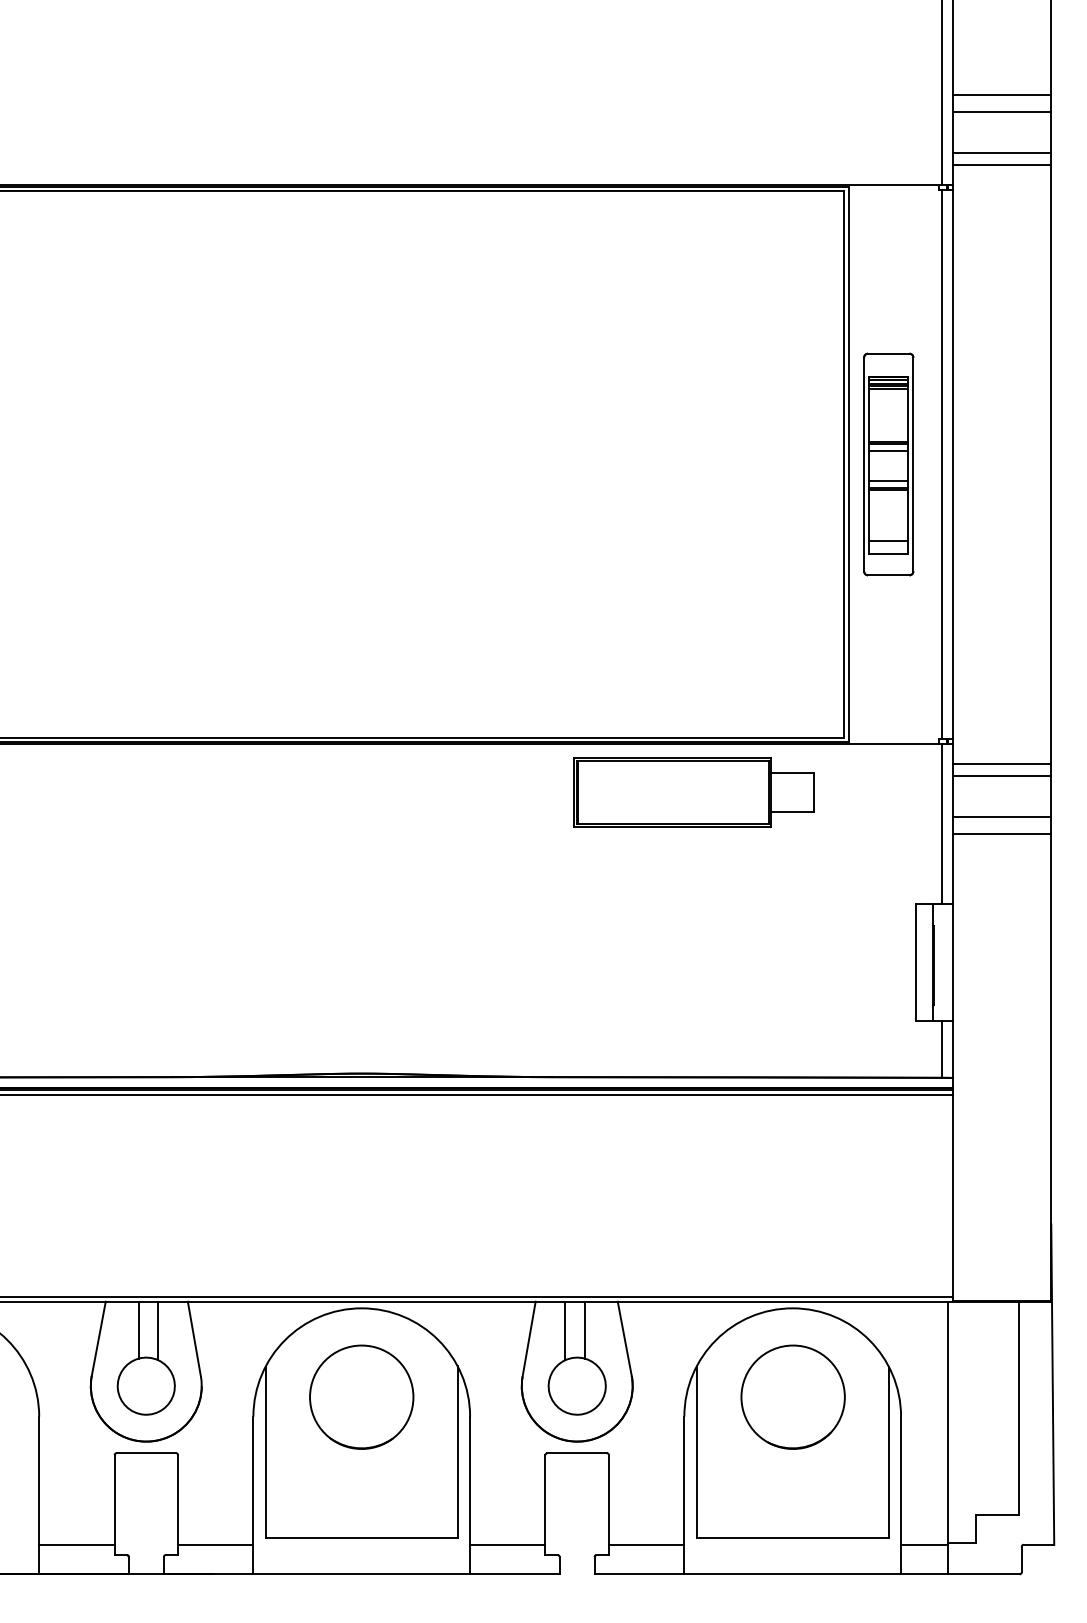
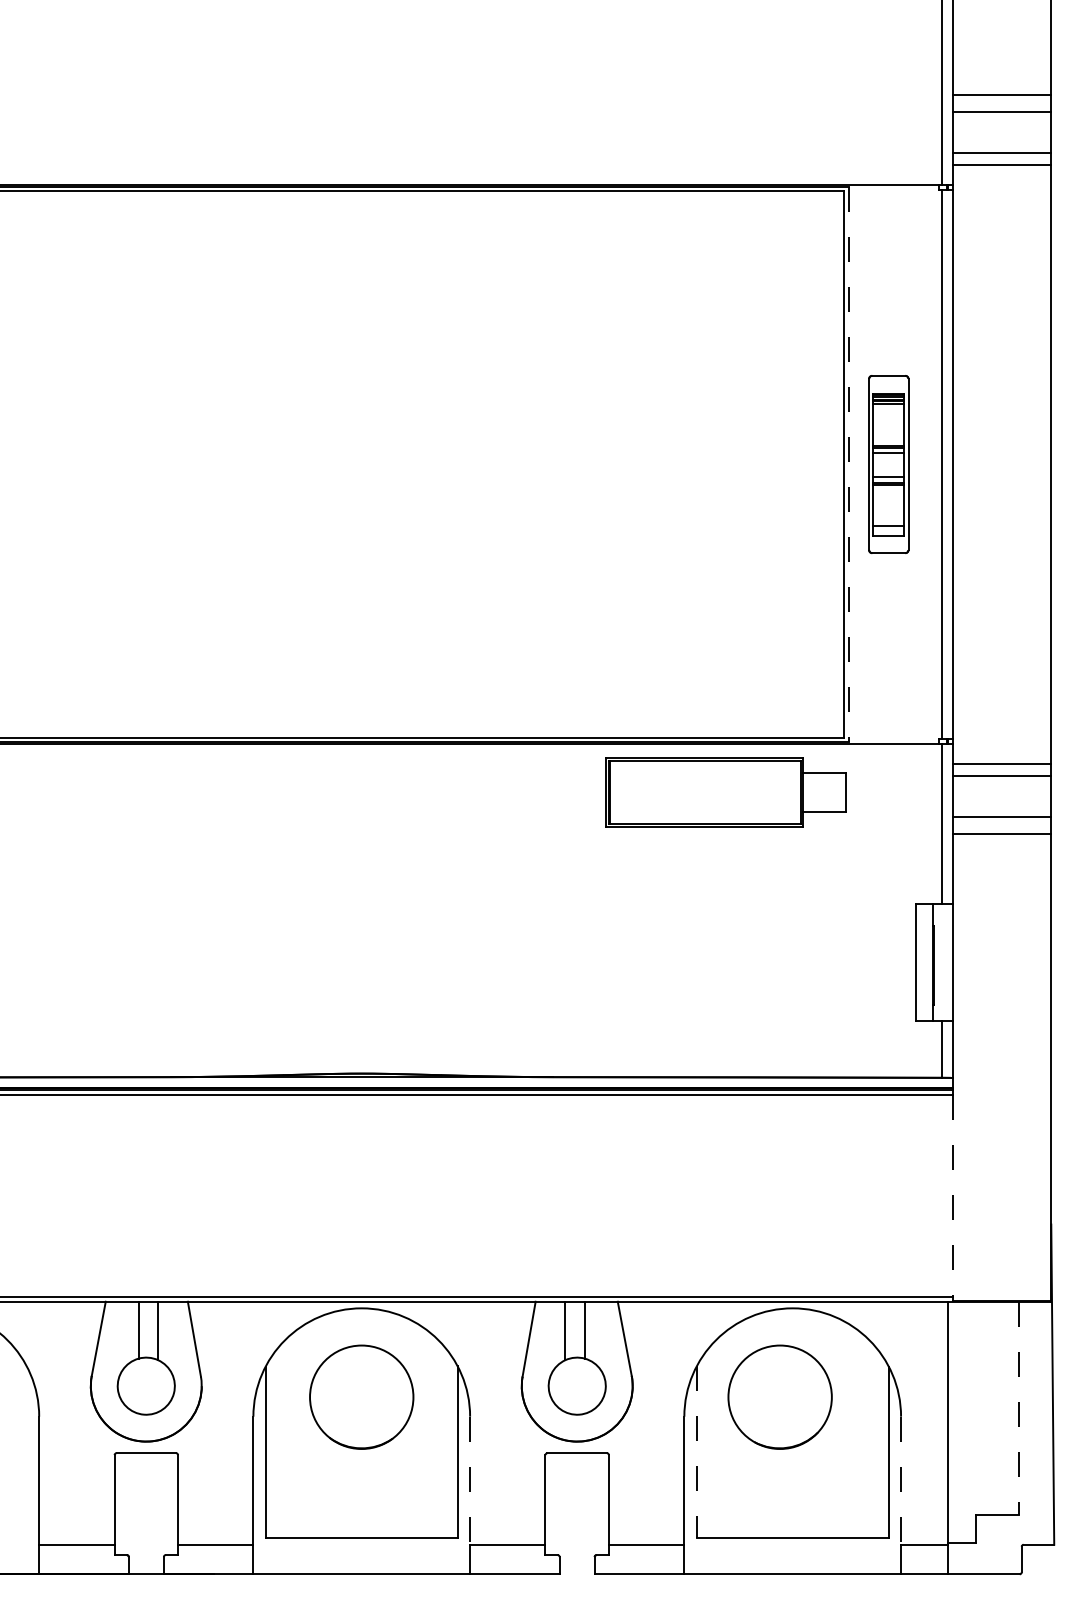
part at (888, 464) size: 52x225 px -> 42x179 px
line at (848, 465): solid -> dashed
part at (693, 792) position: (693, 792) -> (725, 792)
line at (952, 1195): solid -> dashed
circle at (792, 1396) position: (792, 1396) -> (779, 1396)
line at (1018, 1408): solid -> dashed
line at (697, 1452): solid -> dashed
line at (470, 1481): solid -> dashed
line at (901, 1481): solid -> dashed
